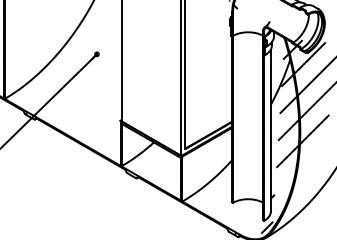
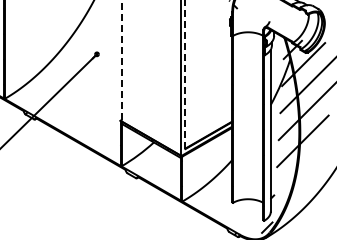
line at (121, 61): solid -> dashed
line at (185, 74): solid -> dashed
